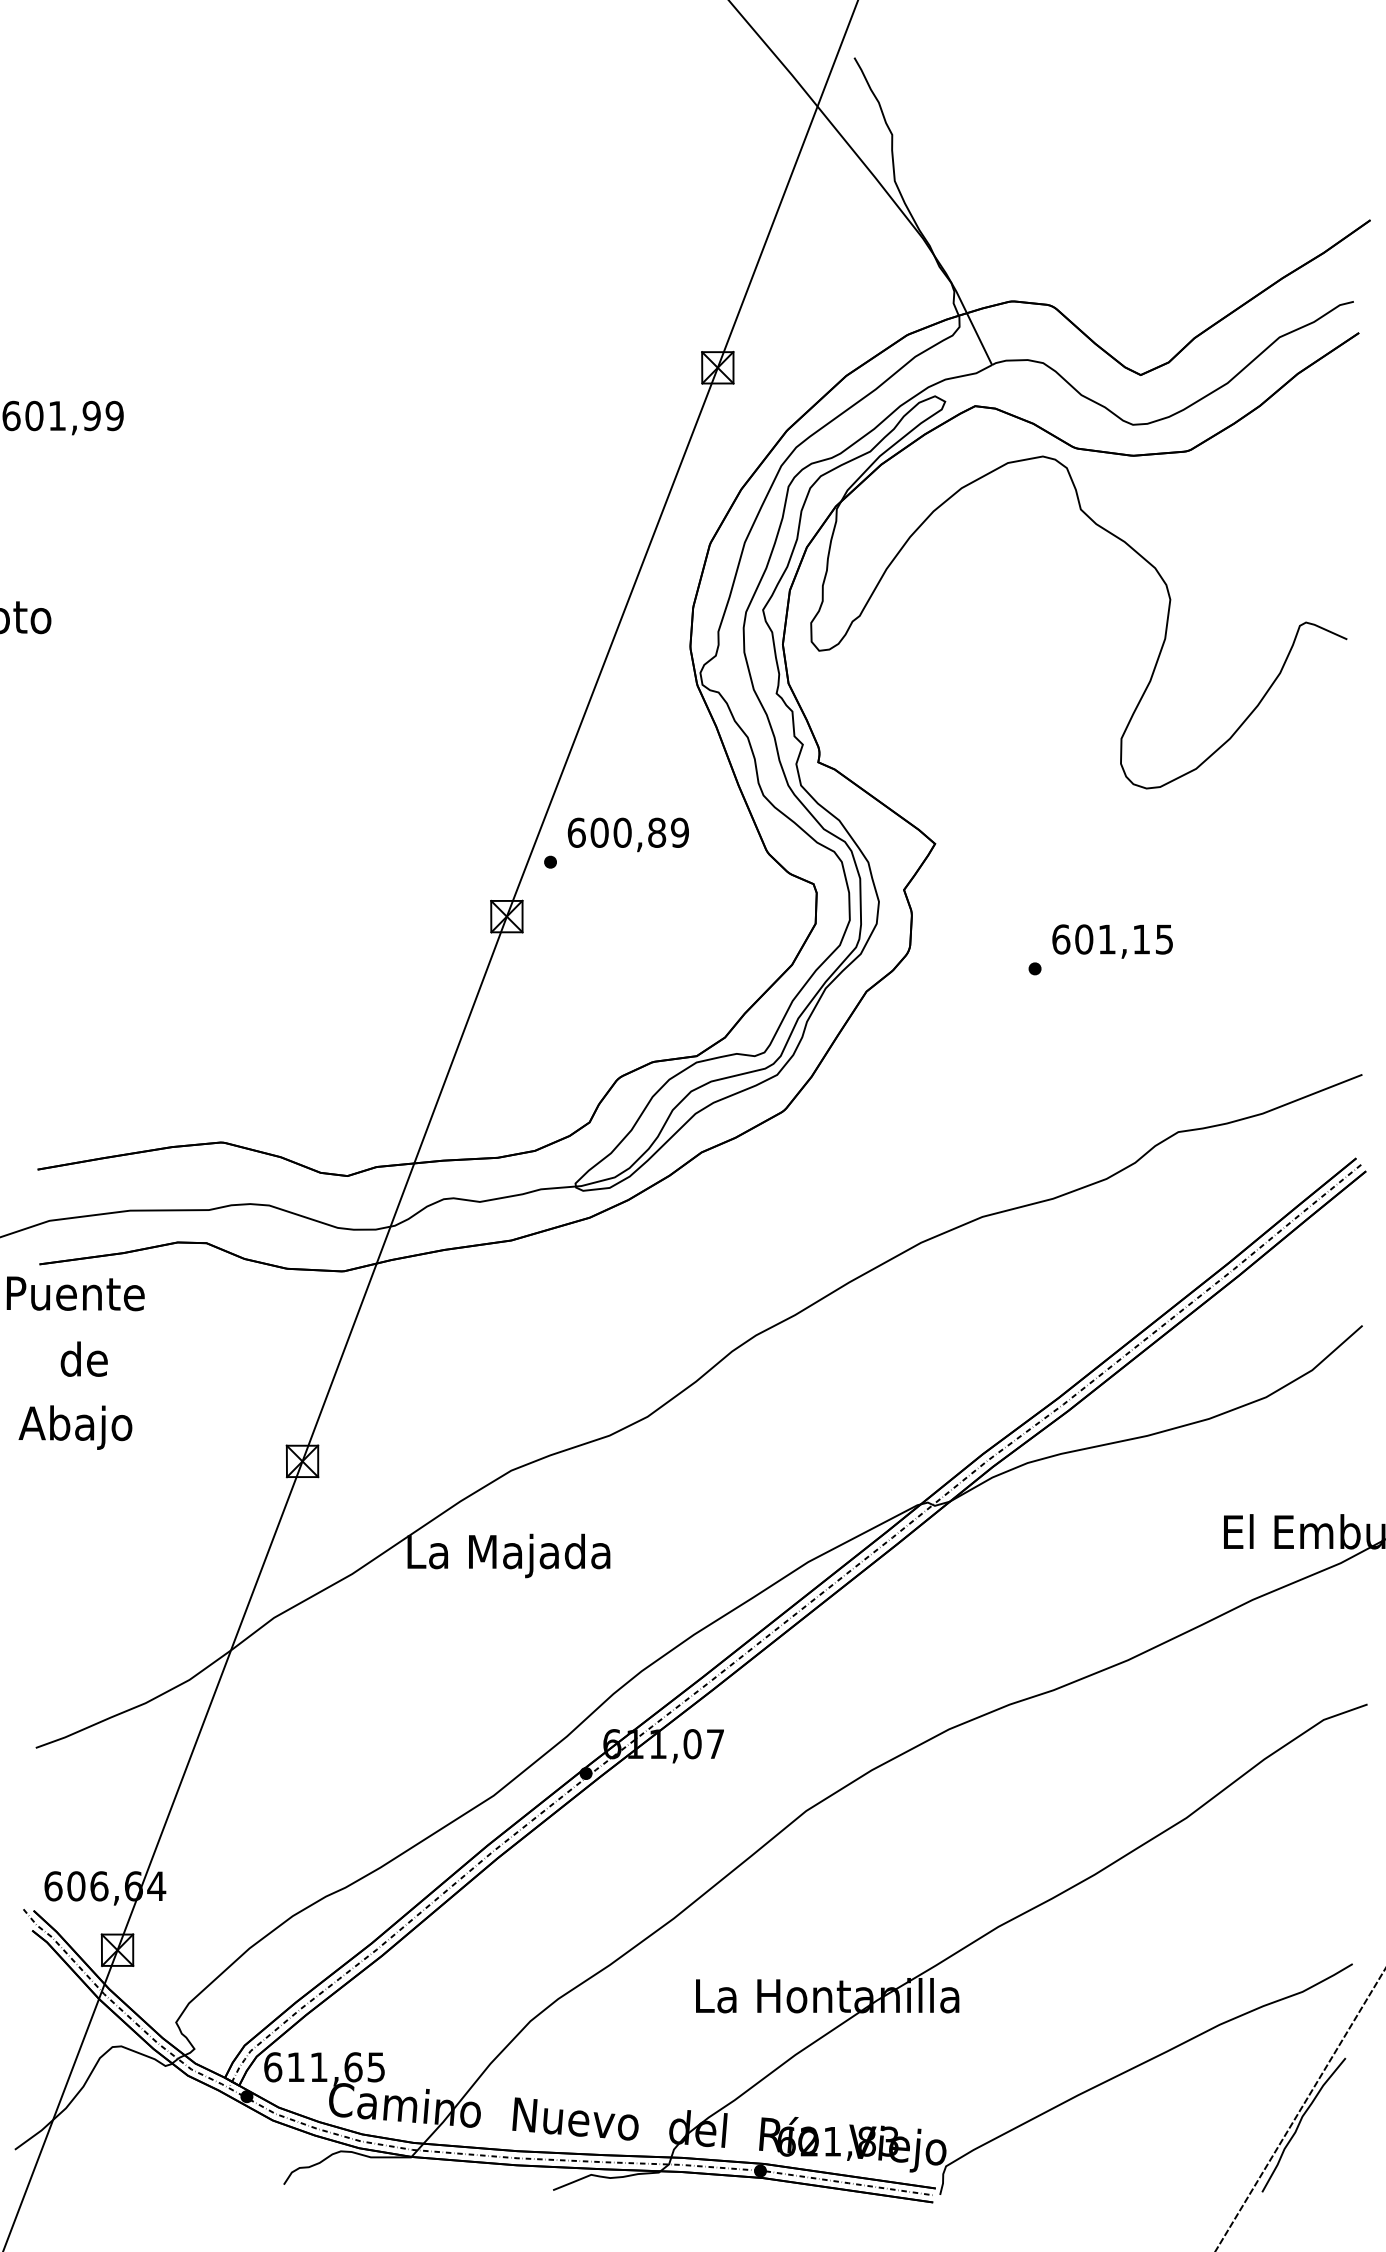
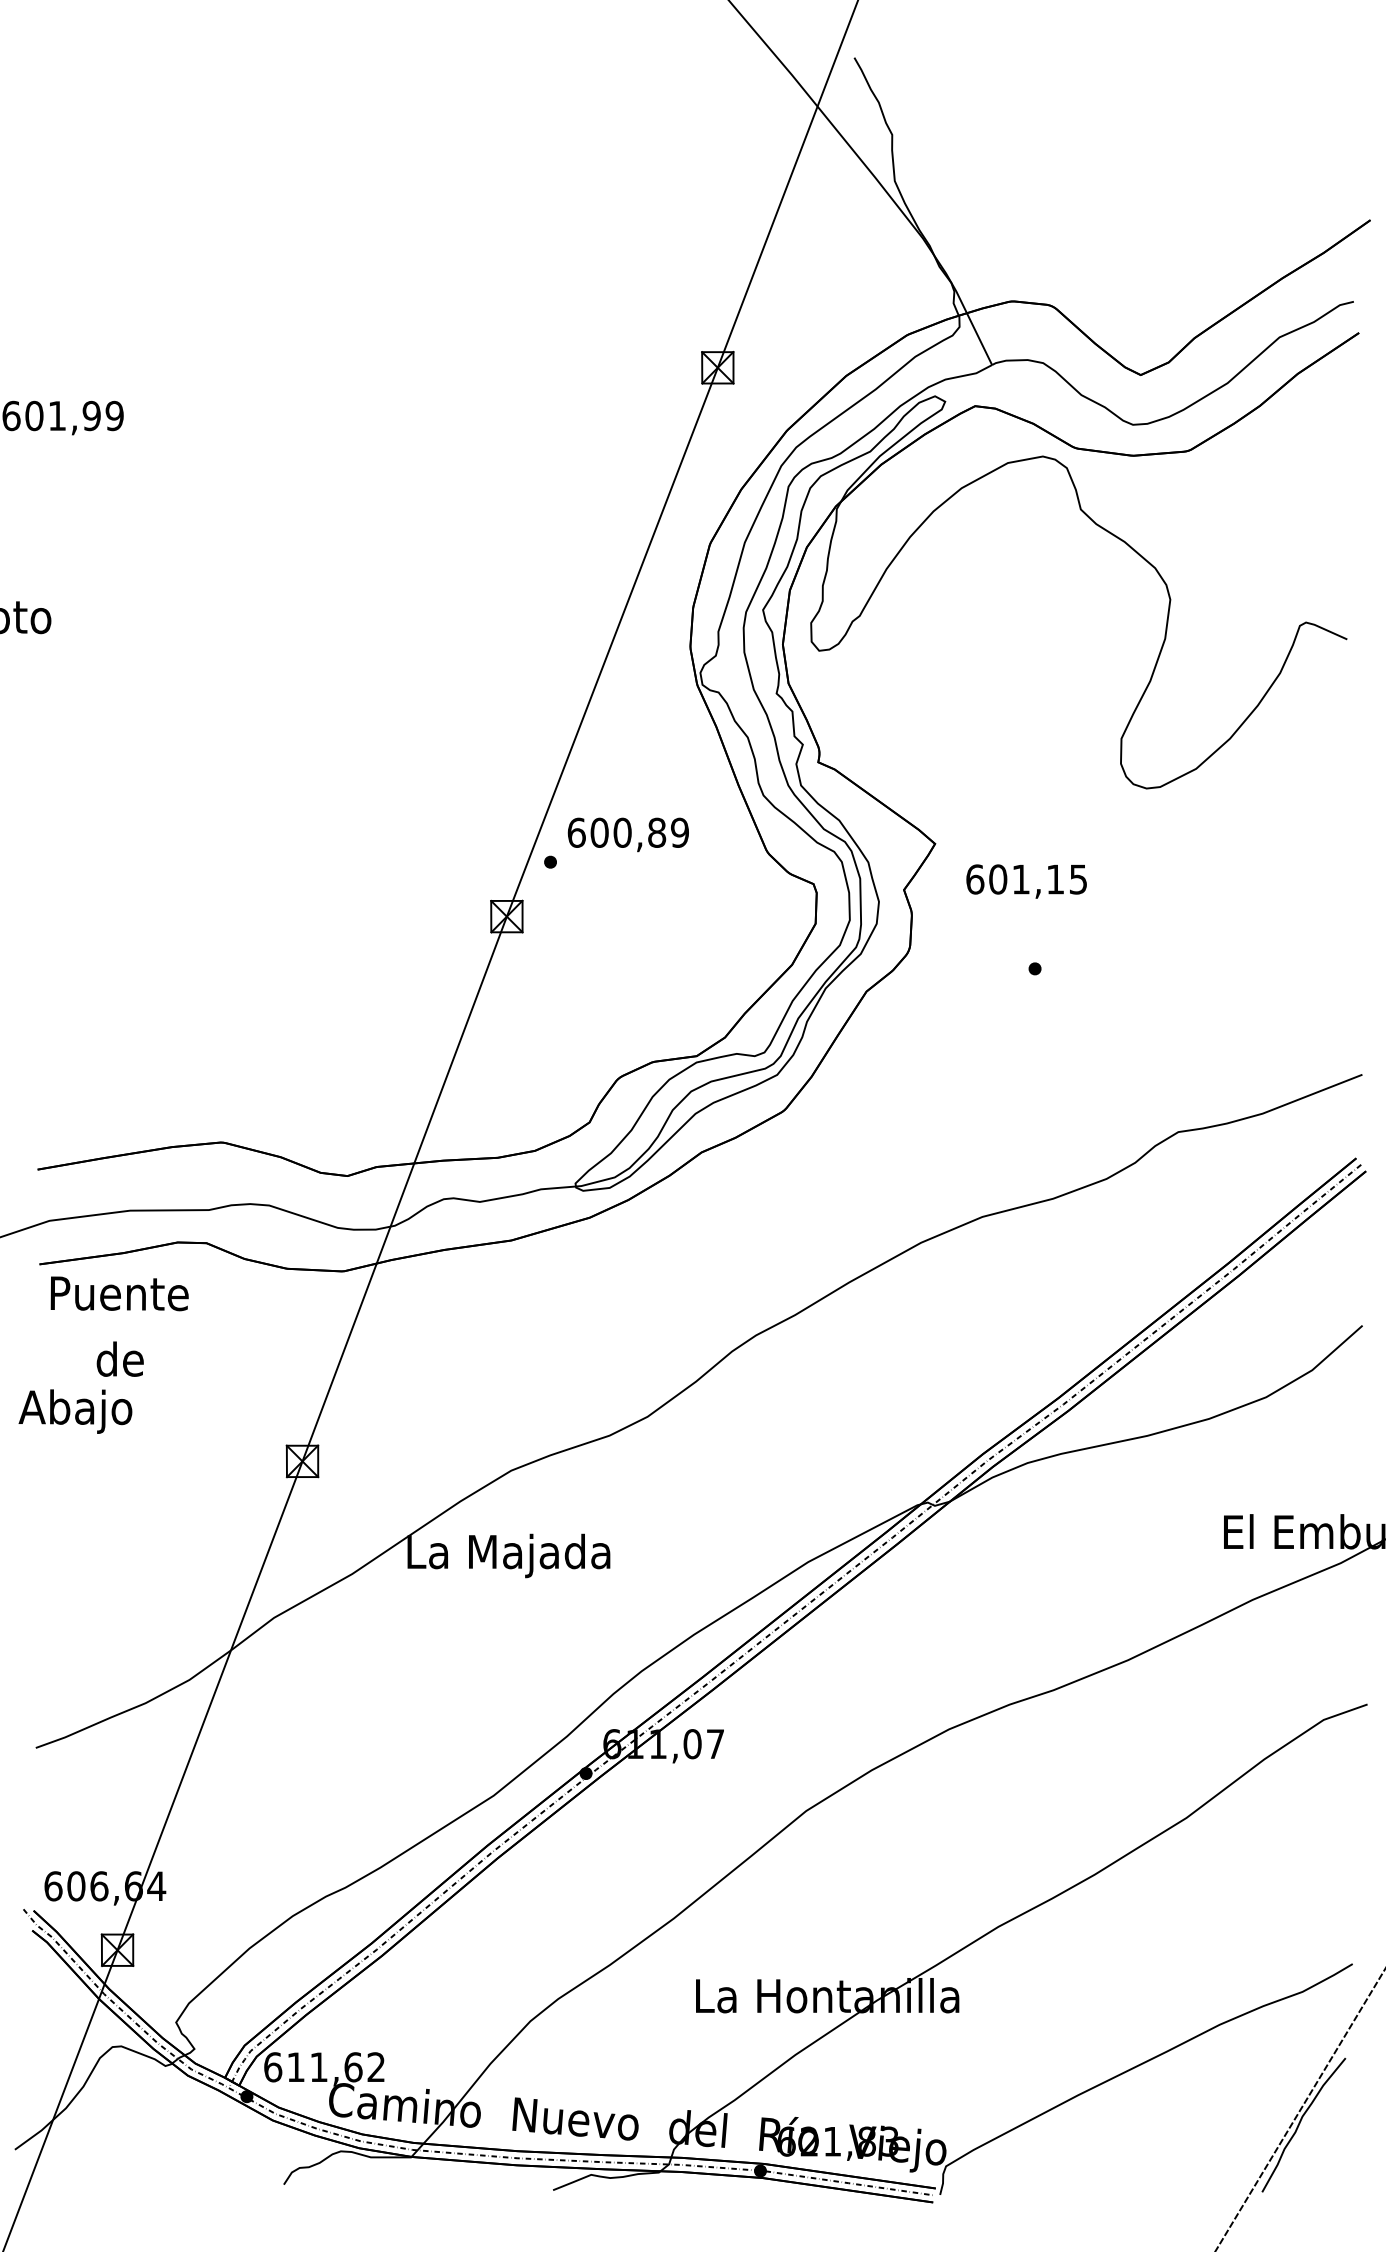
text at (1112, 941) position: (1112, 941) -> (1026, 881)
text at (75, 1293) position: (75, 1293) -> (119, 1293)
text at (83, 1358) position: (83, 1358) -> (119, 1358)
text at (75, 1427) position: (75, 1427) -> (75, 1411)
text at (375, 2067): 611,65 -> 611,62
